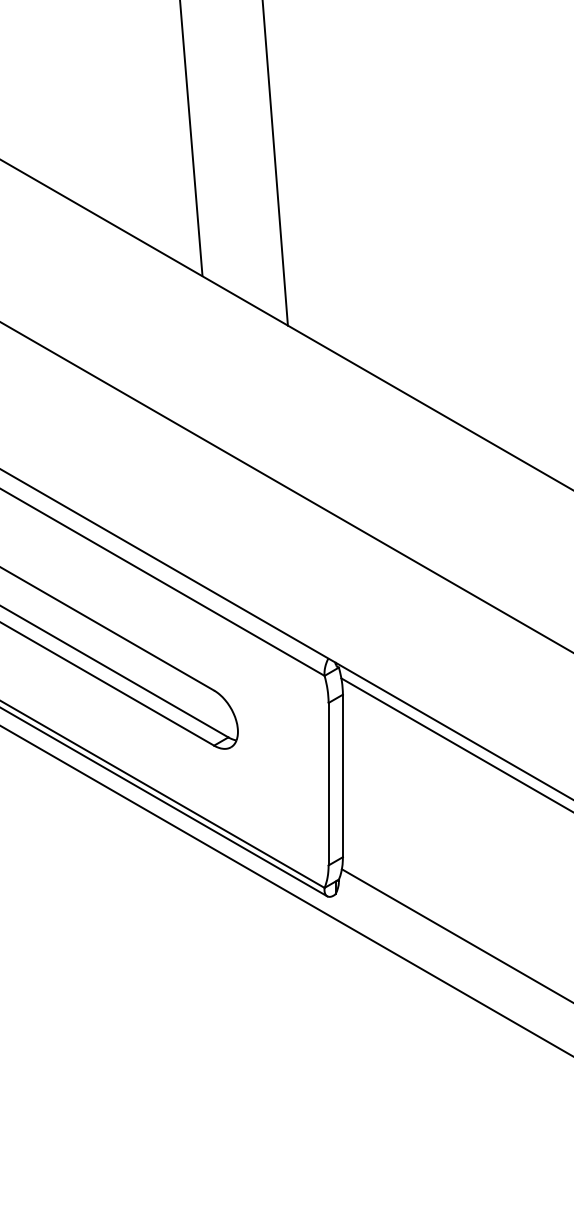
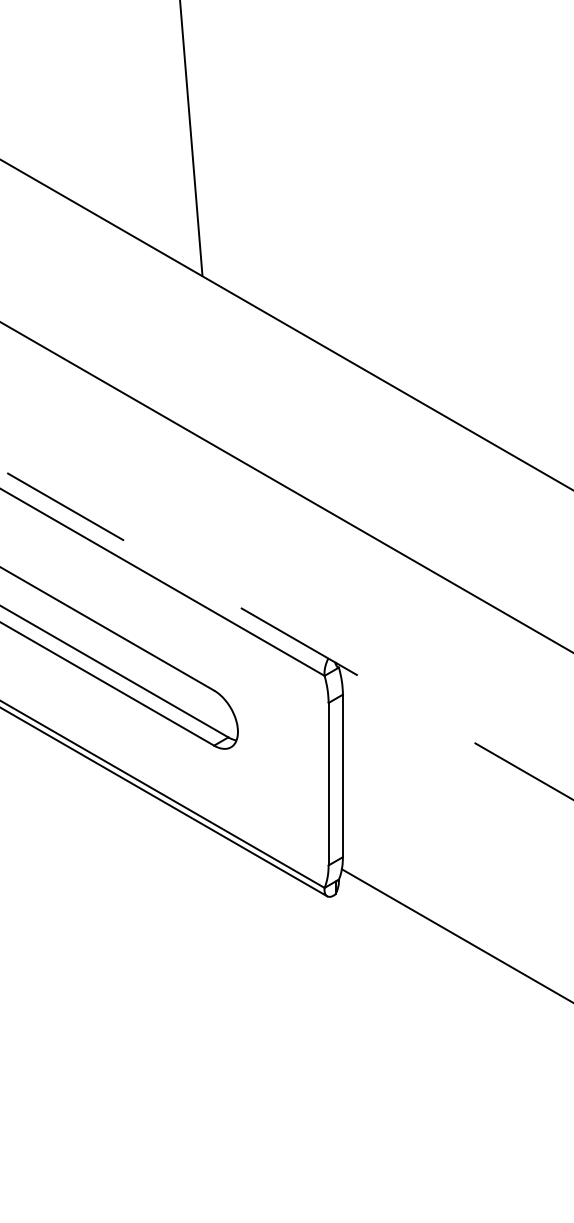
line at (274, 163): present -> none
line at (287, 634): solid -> dashed
line at (455, 744): present -> none
line at (286, 891): present -> none
